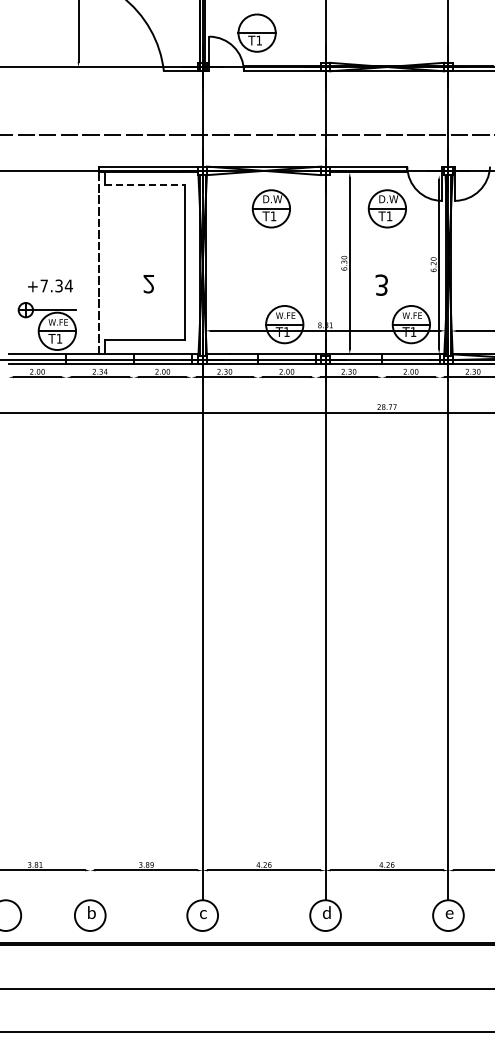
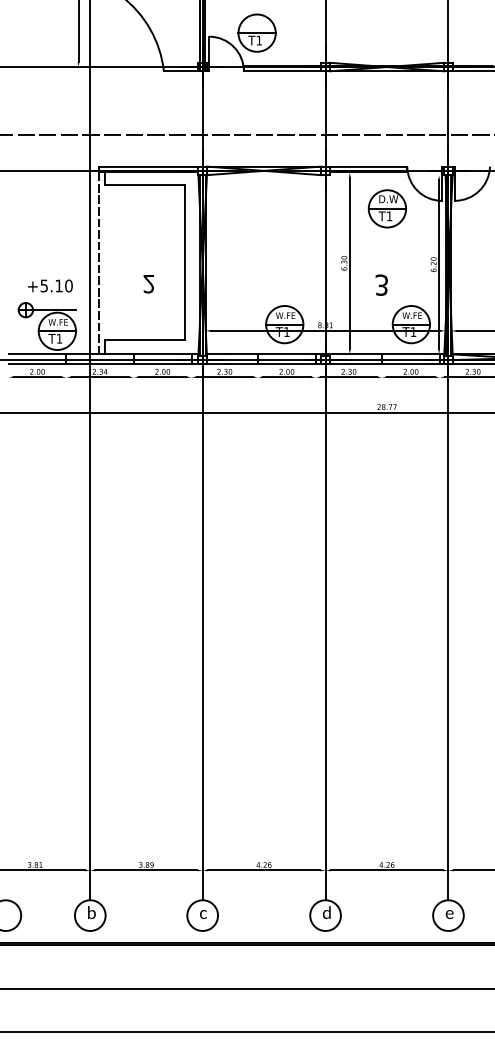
line at (145, 184): dashed -> solid
part at (270, 208): present -> none
text at (56, 285): +7.34 -> +5.10
line at (90, 451): none -> present
